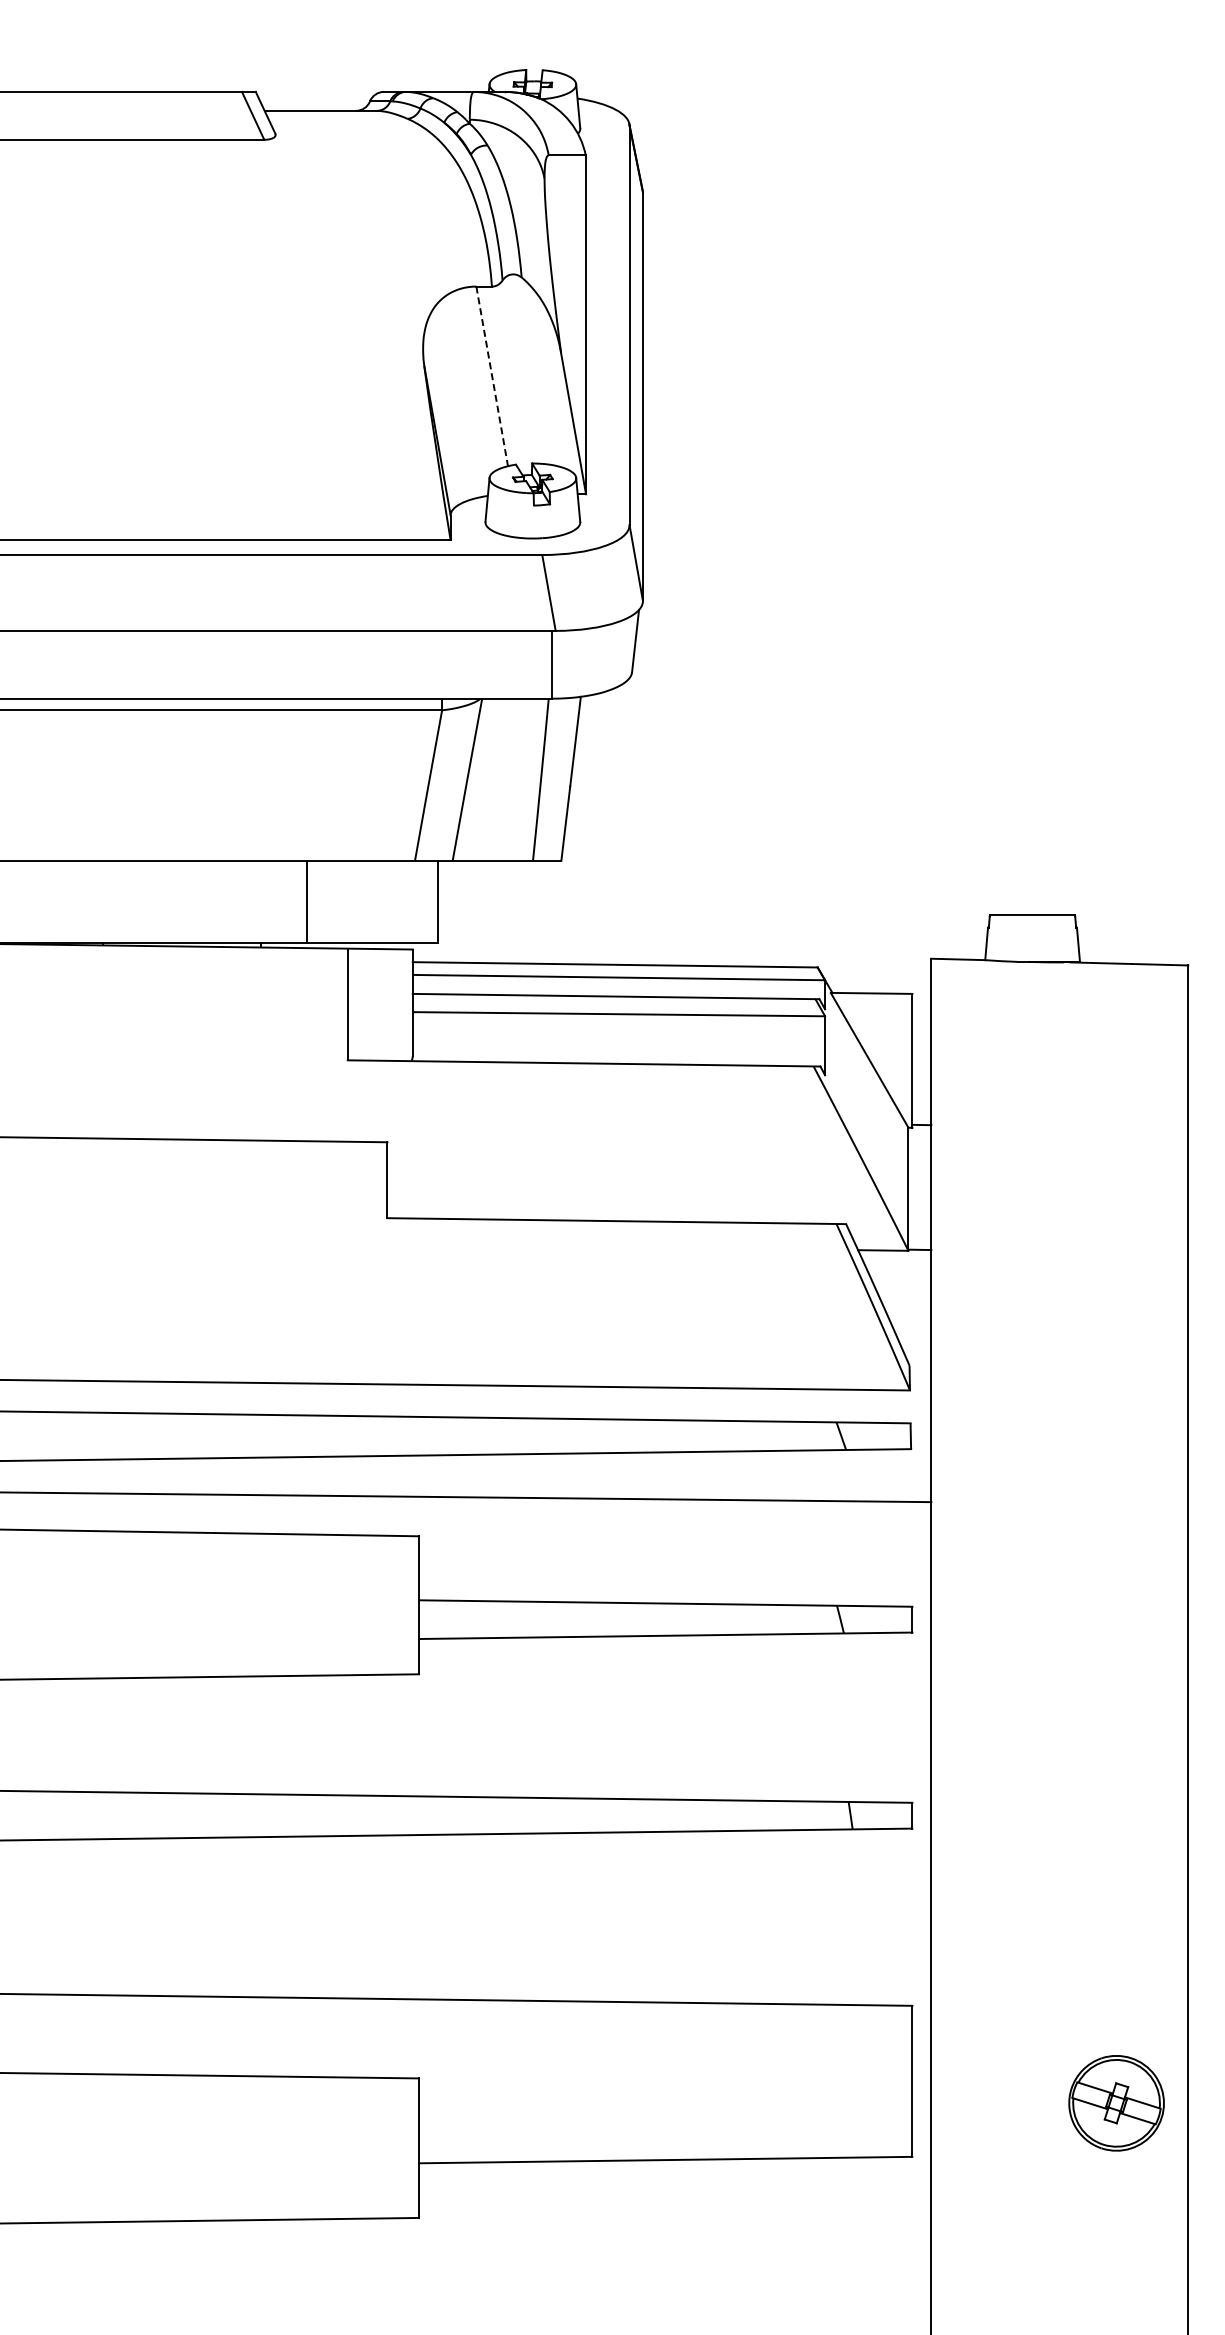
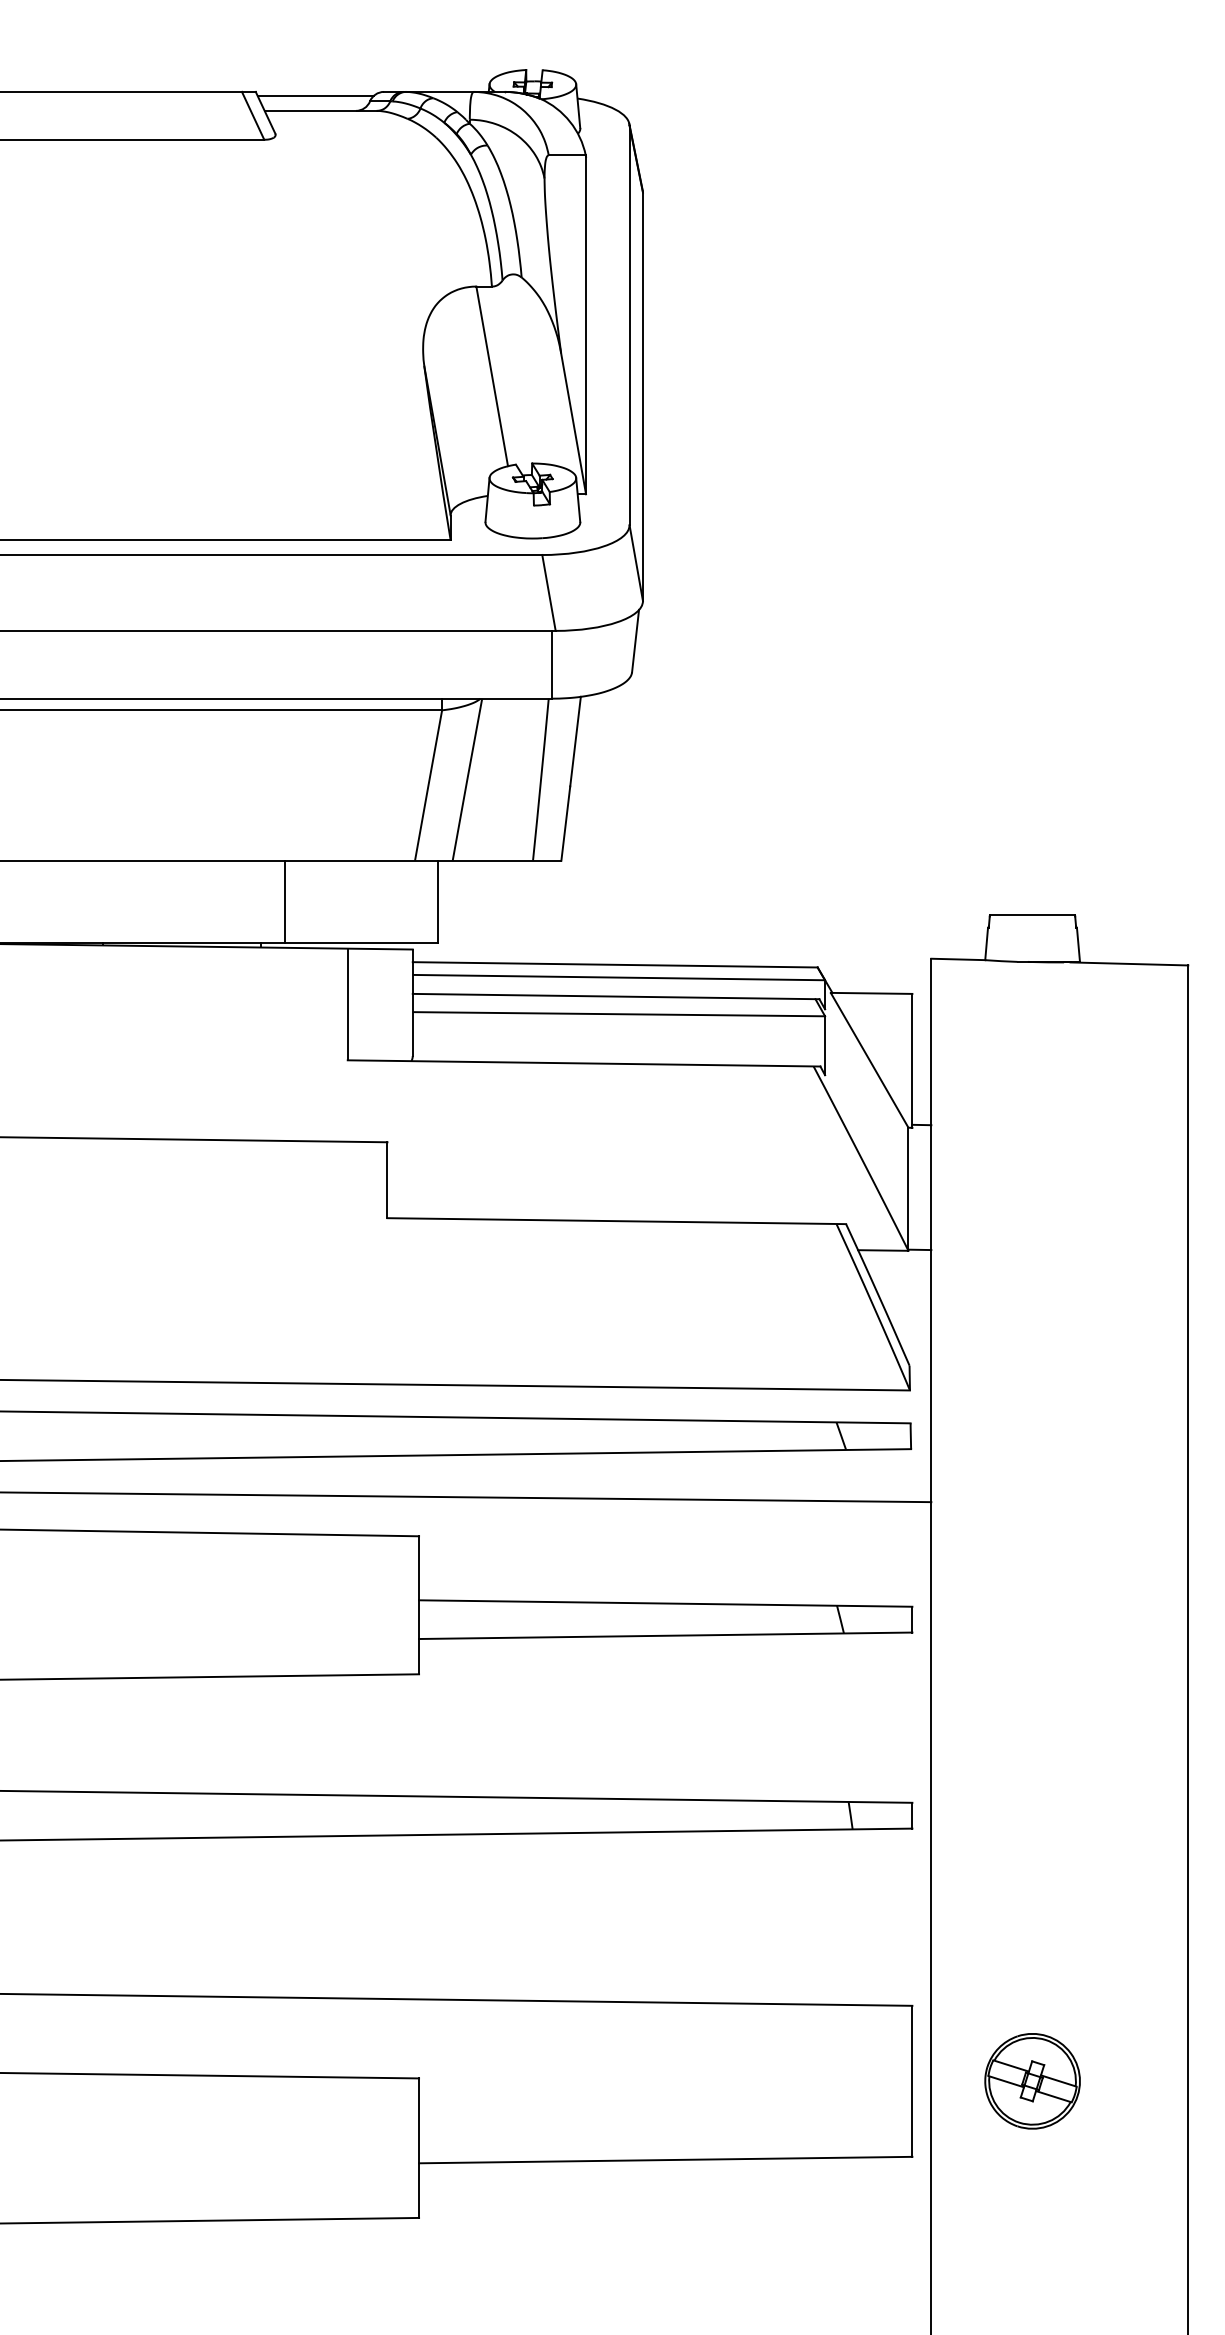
line at (315, 96): none -> present
line at (492, 376): dashed -> solid
line at (307, 901) position: (307, 901) -> (285, 901)
part at (1116, 2103) position: (1116, 2103) -> (1032, 2081)
